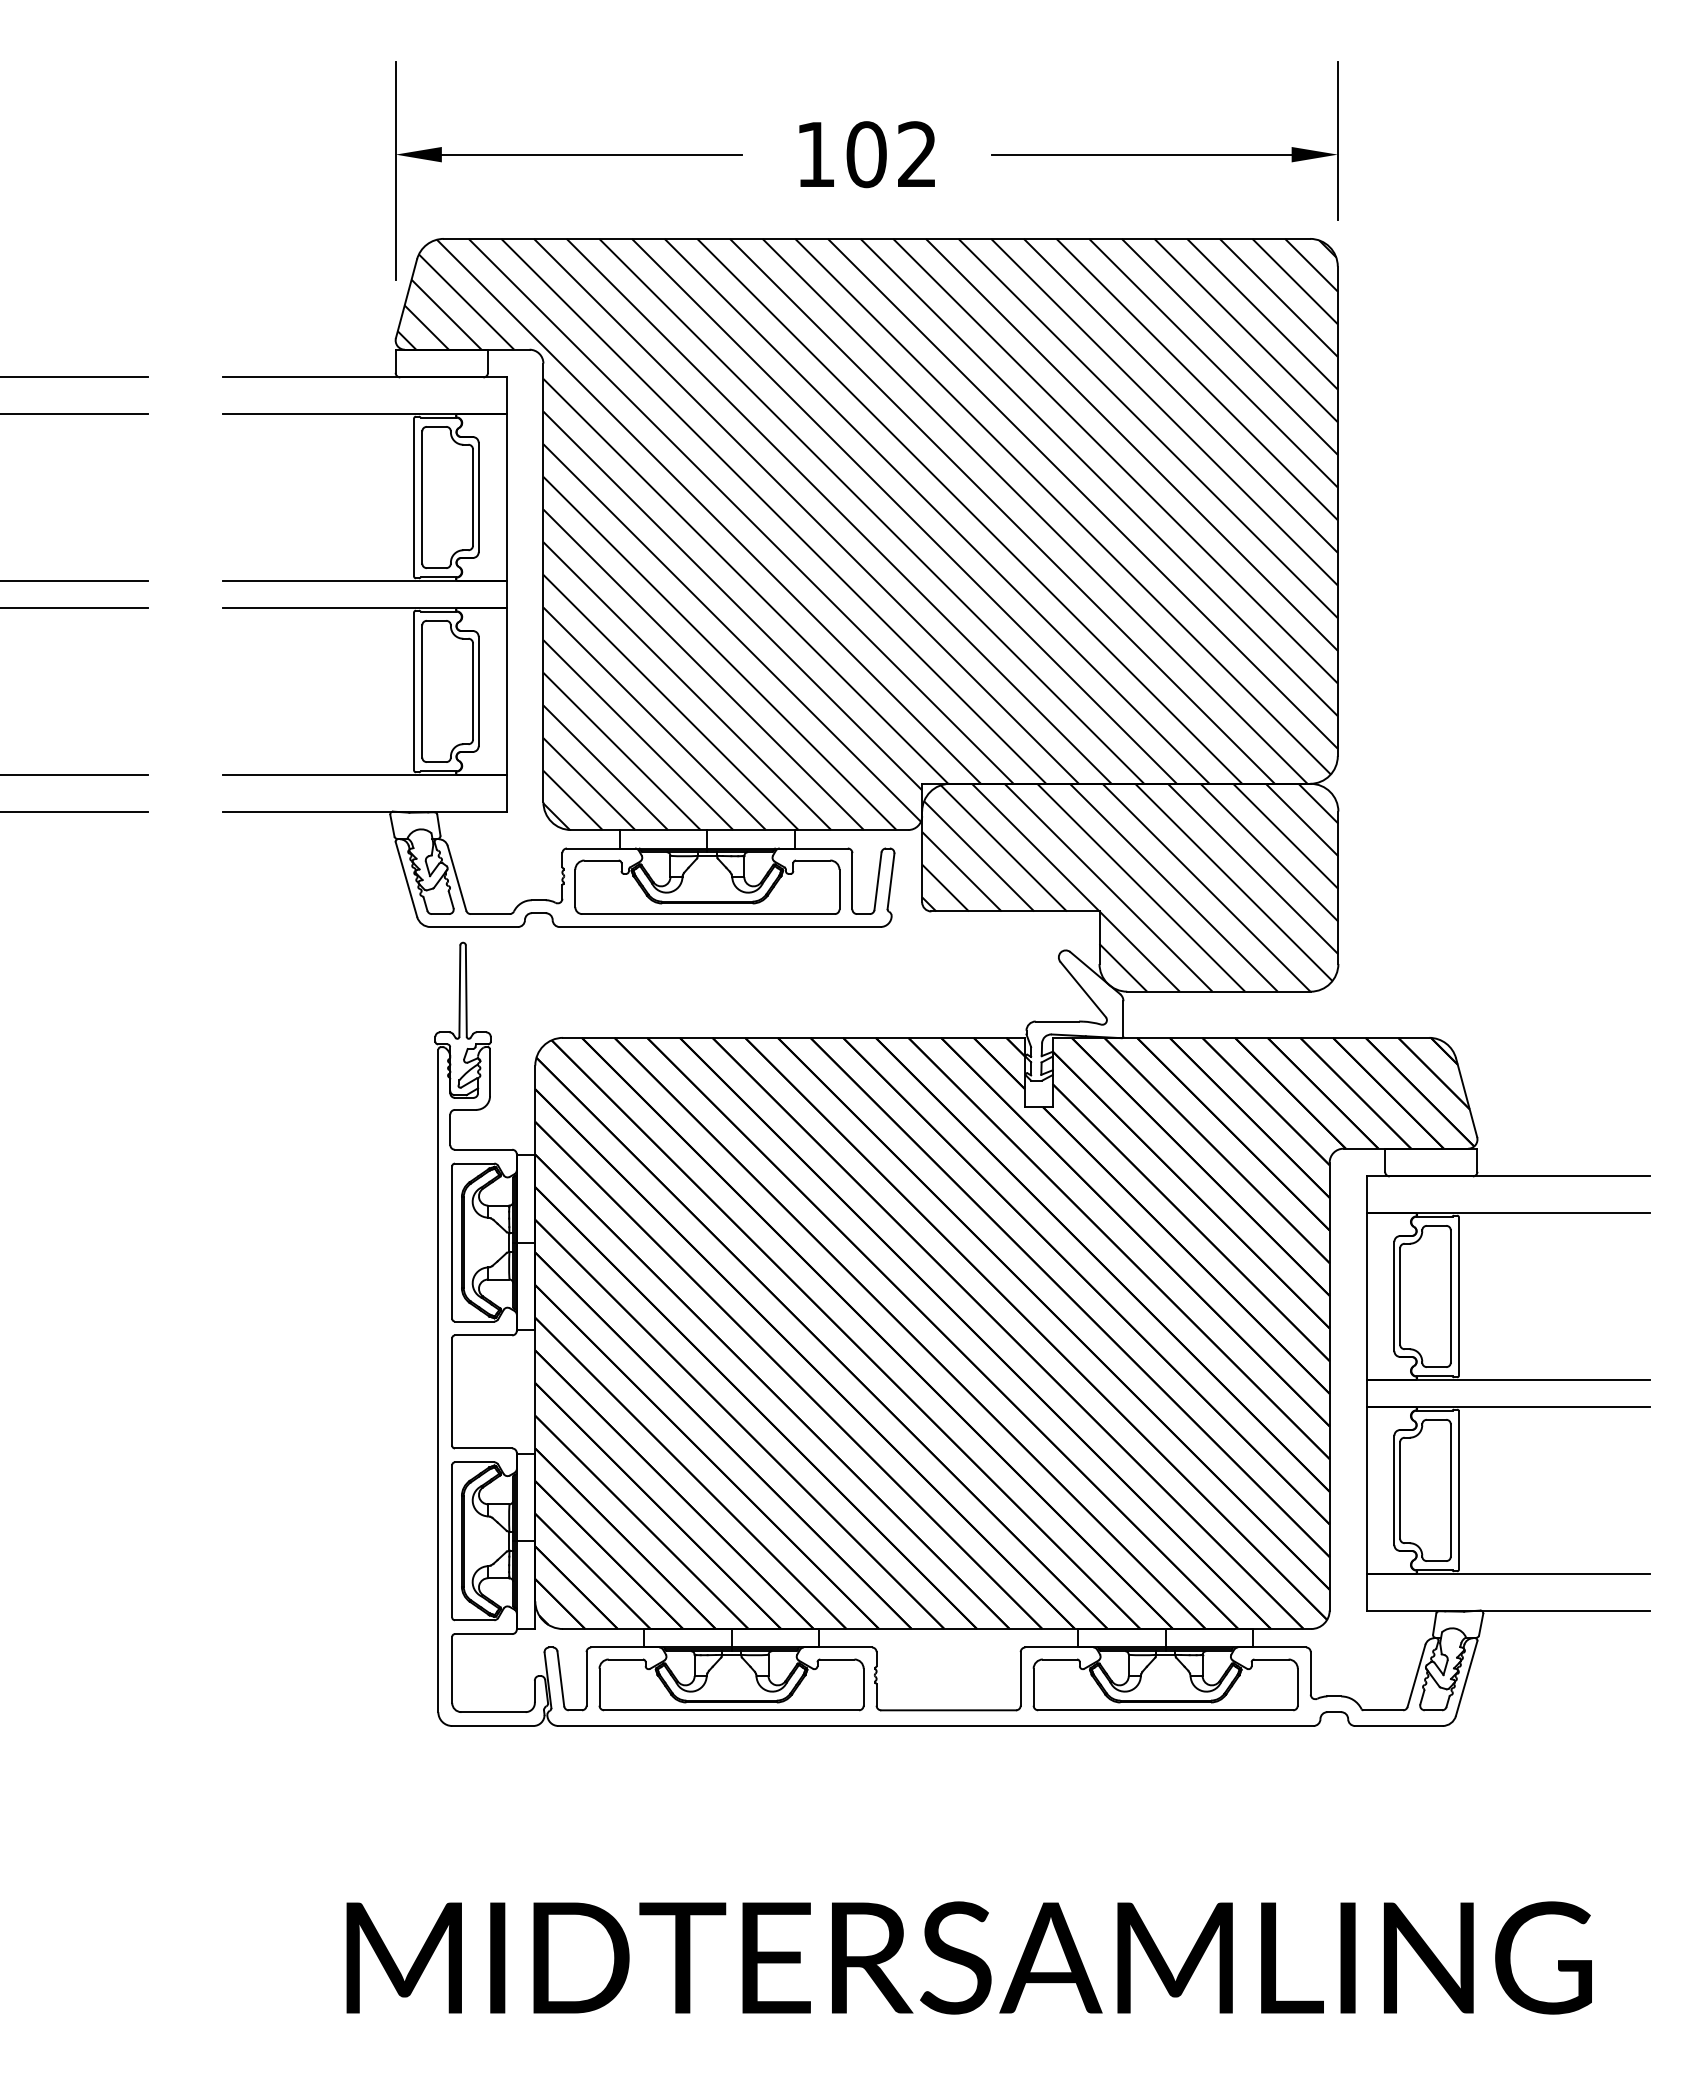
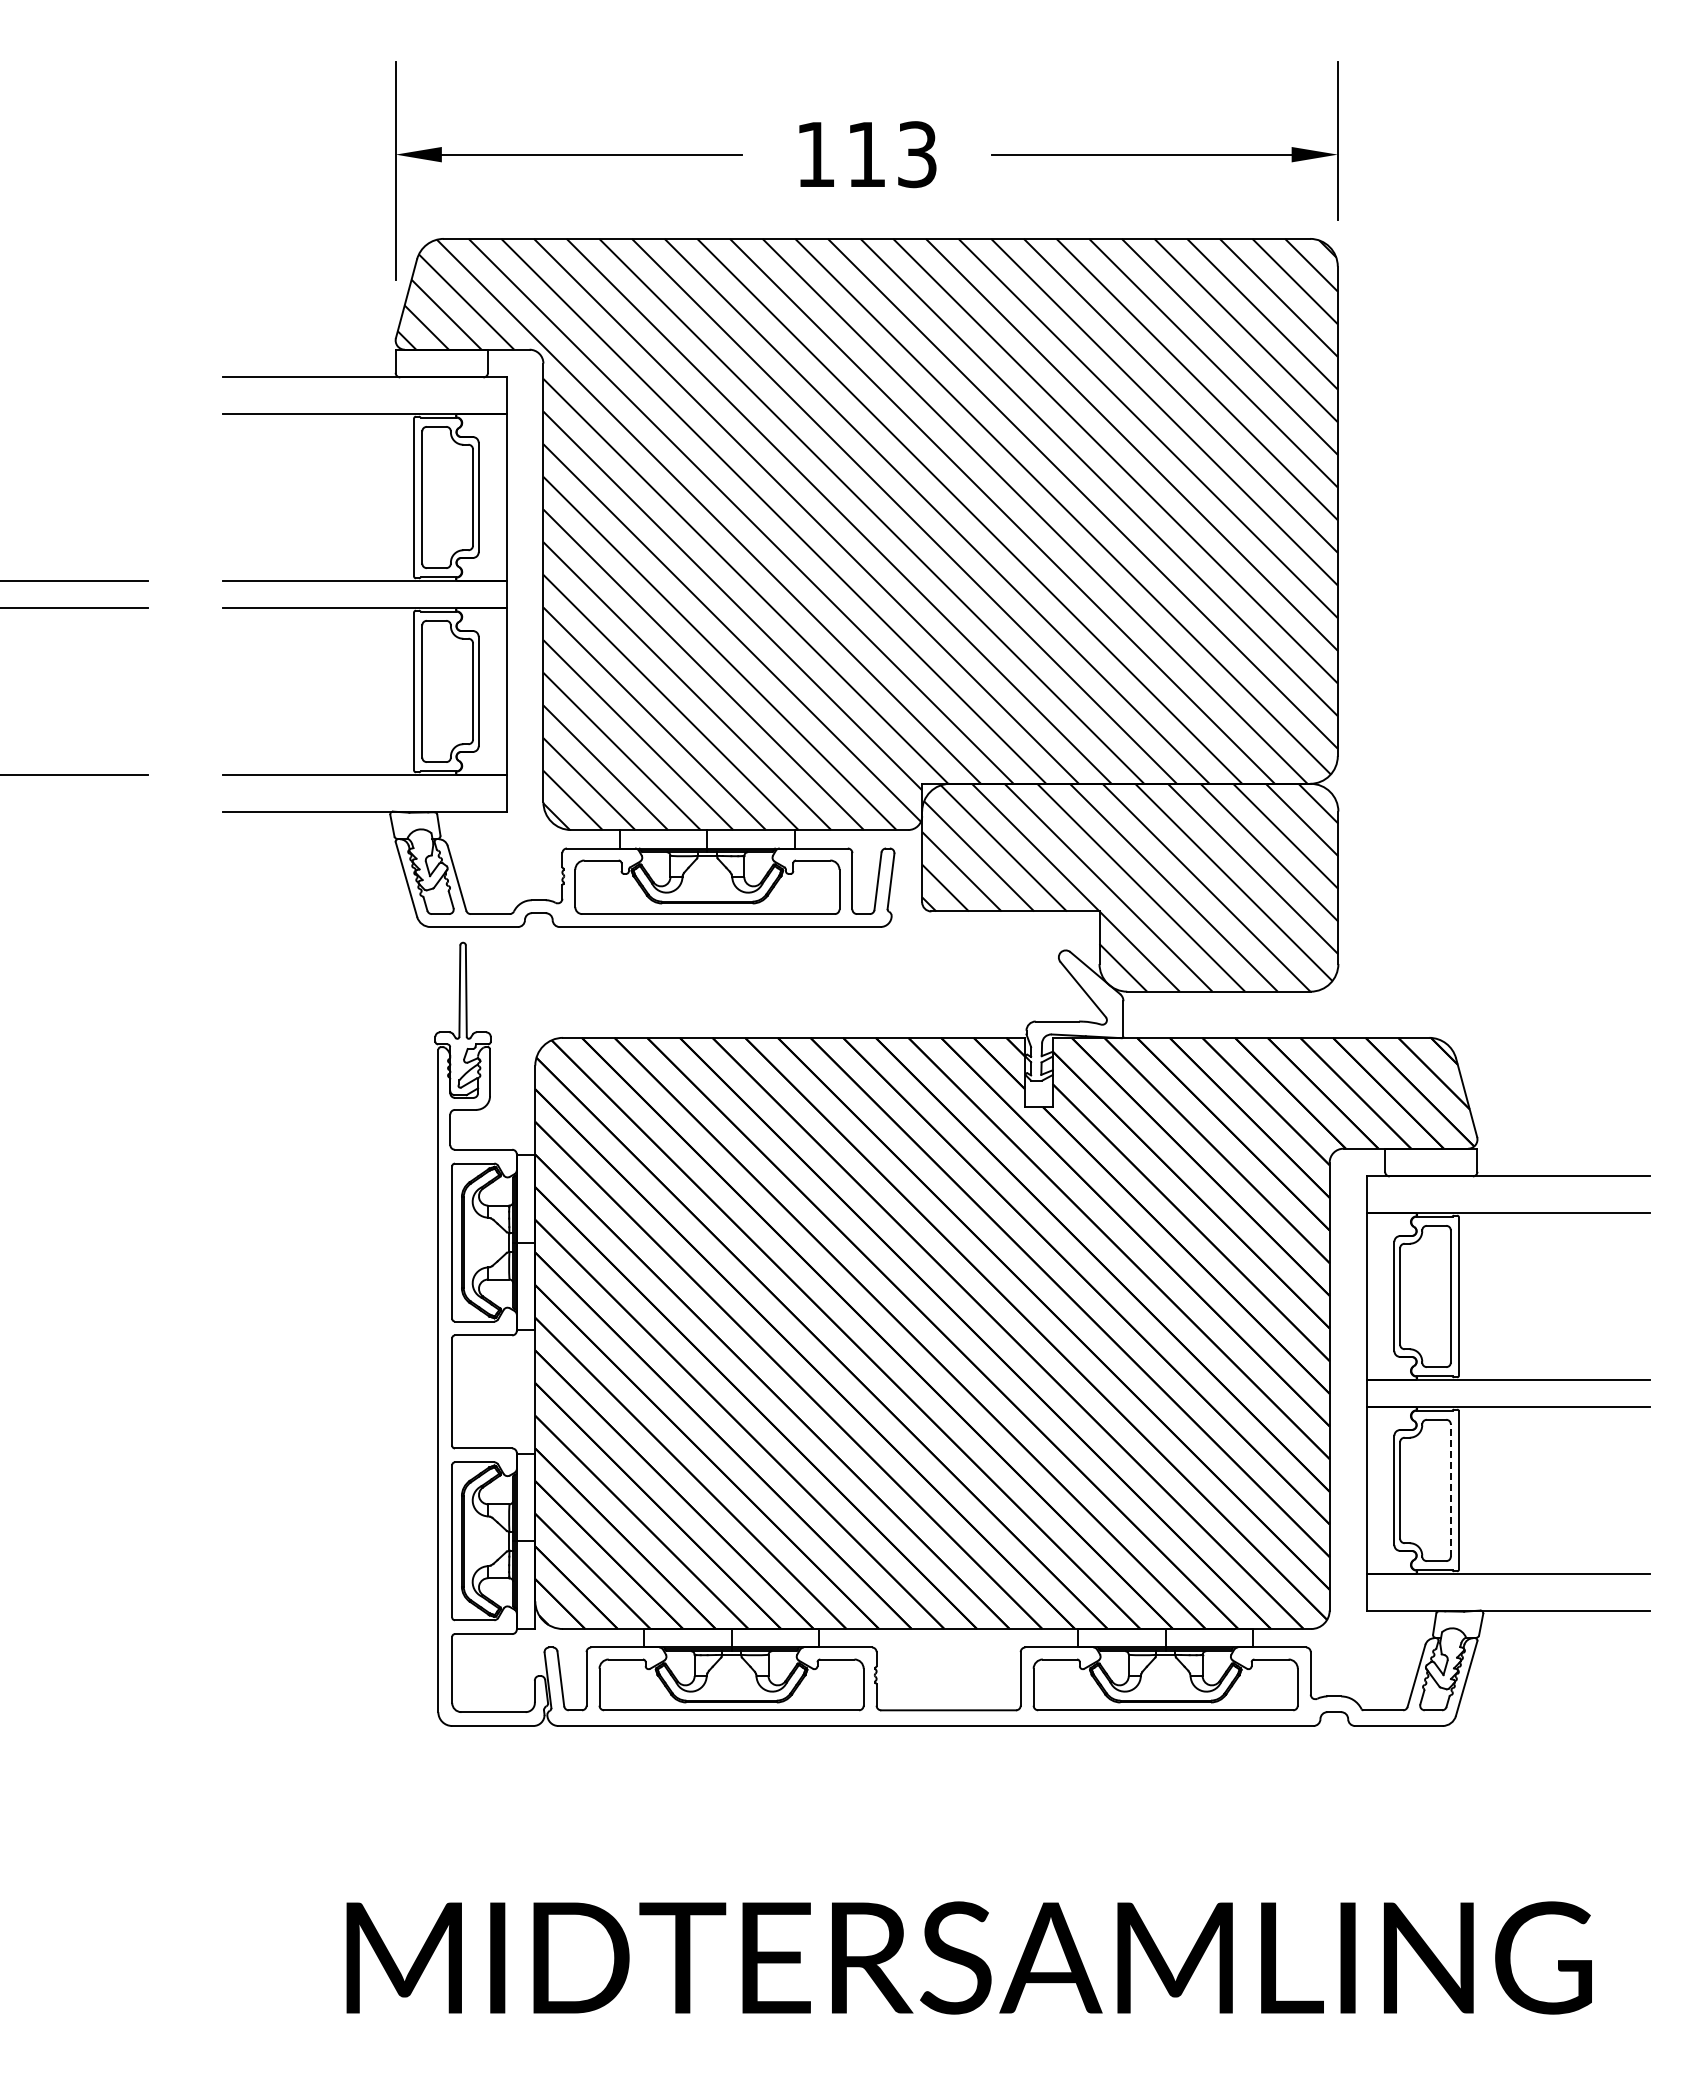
text at (891, 154): 102 -> 113
line at (74, 377): present -> none
line at (74, 414): present -> none
line at (74, 811): present -> none
line at (1450, 1489): solid -> dashed
